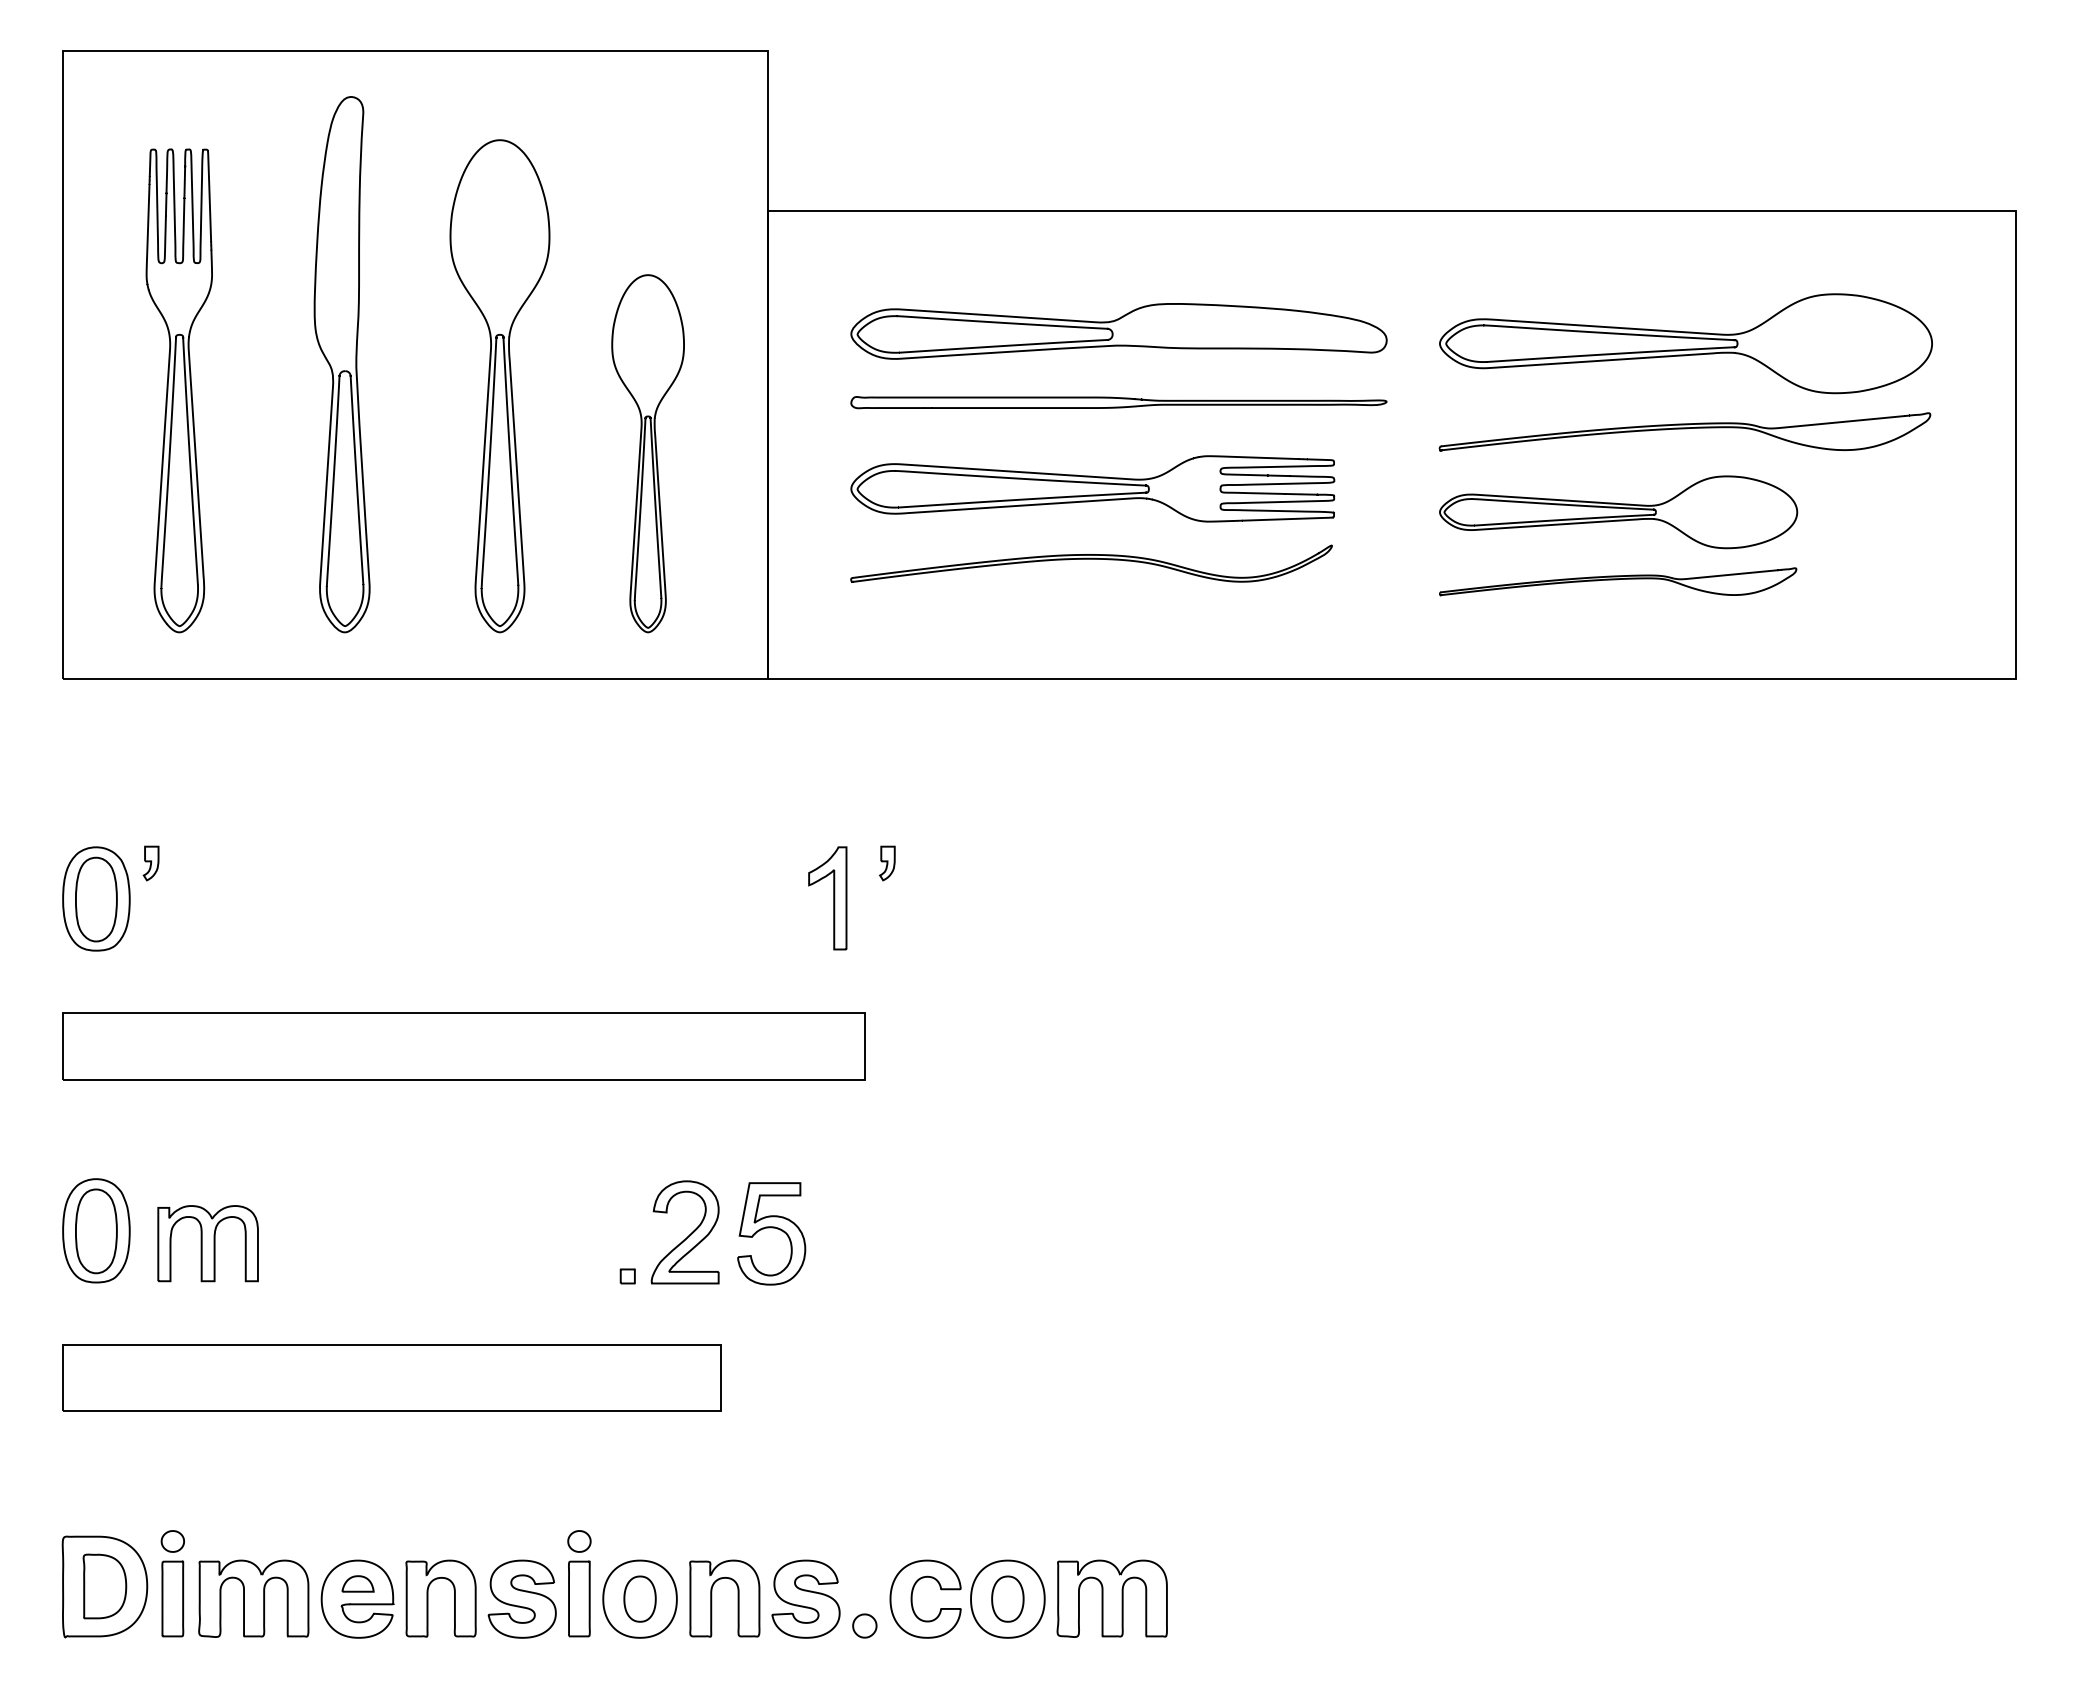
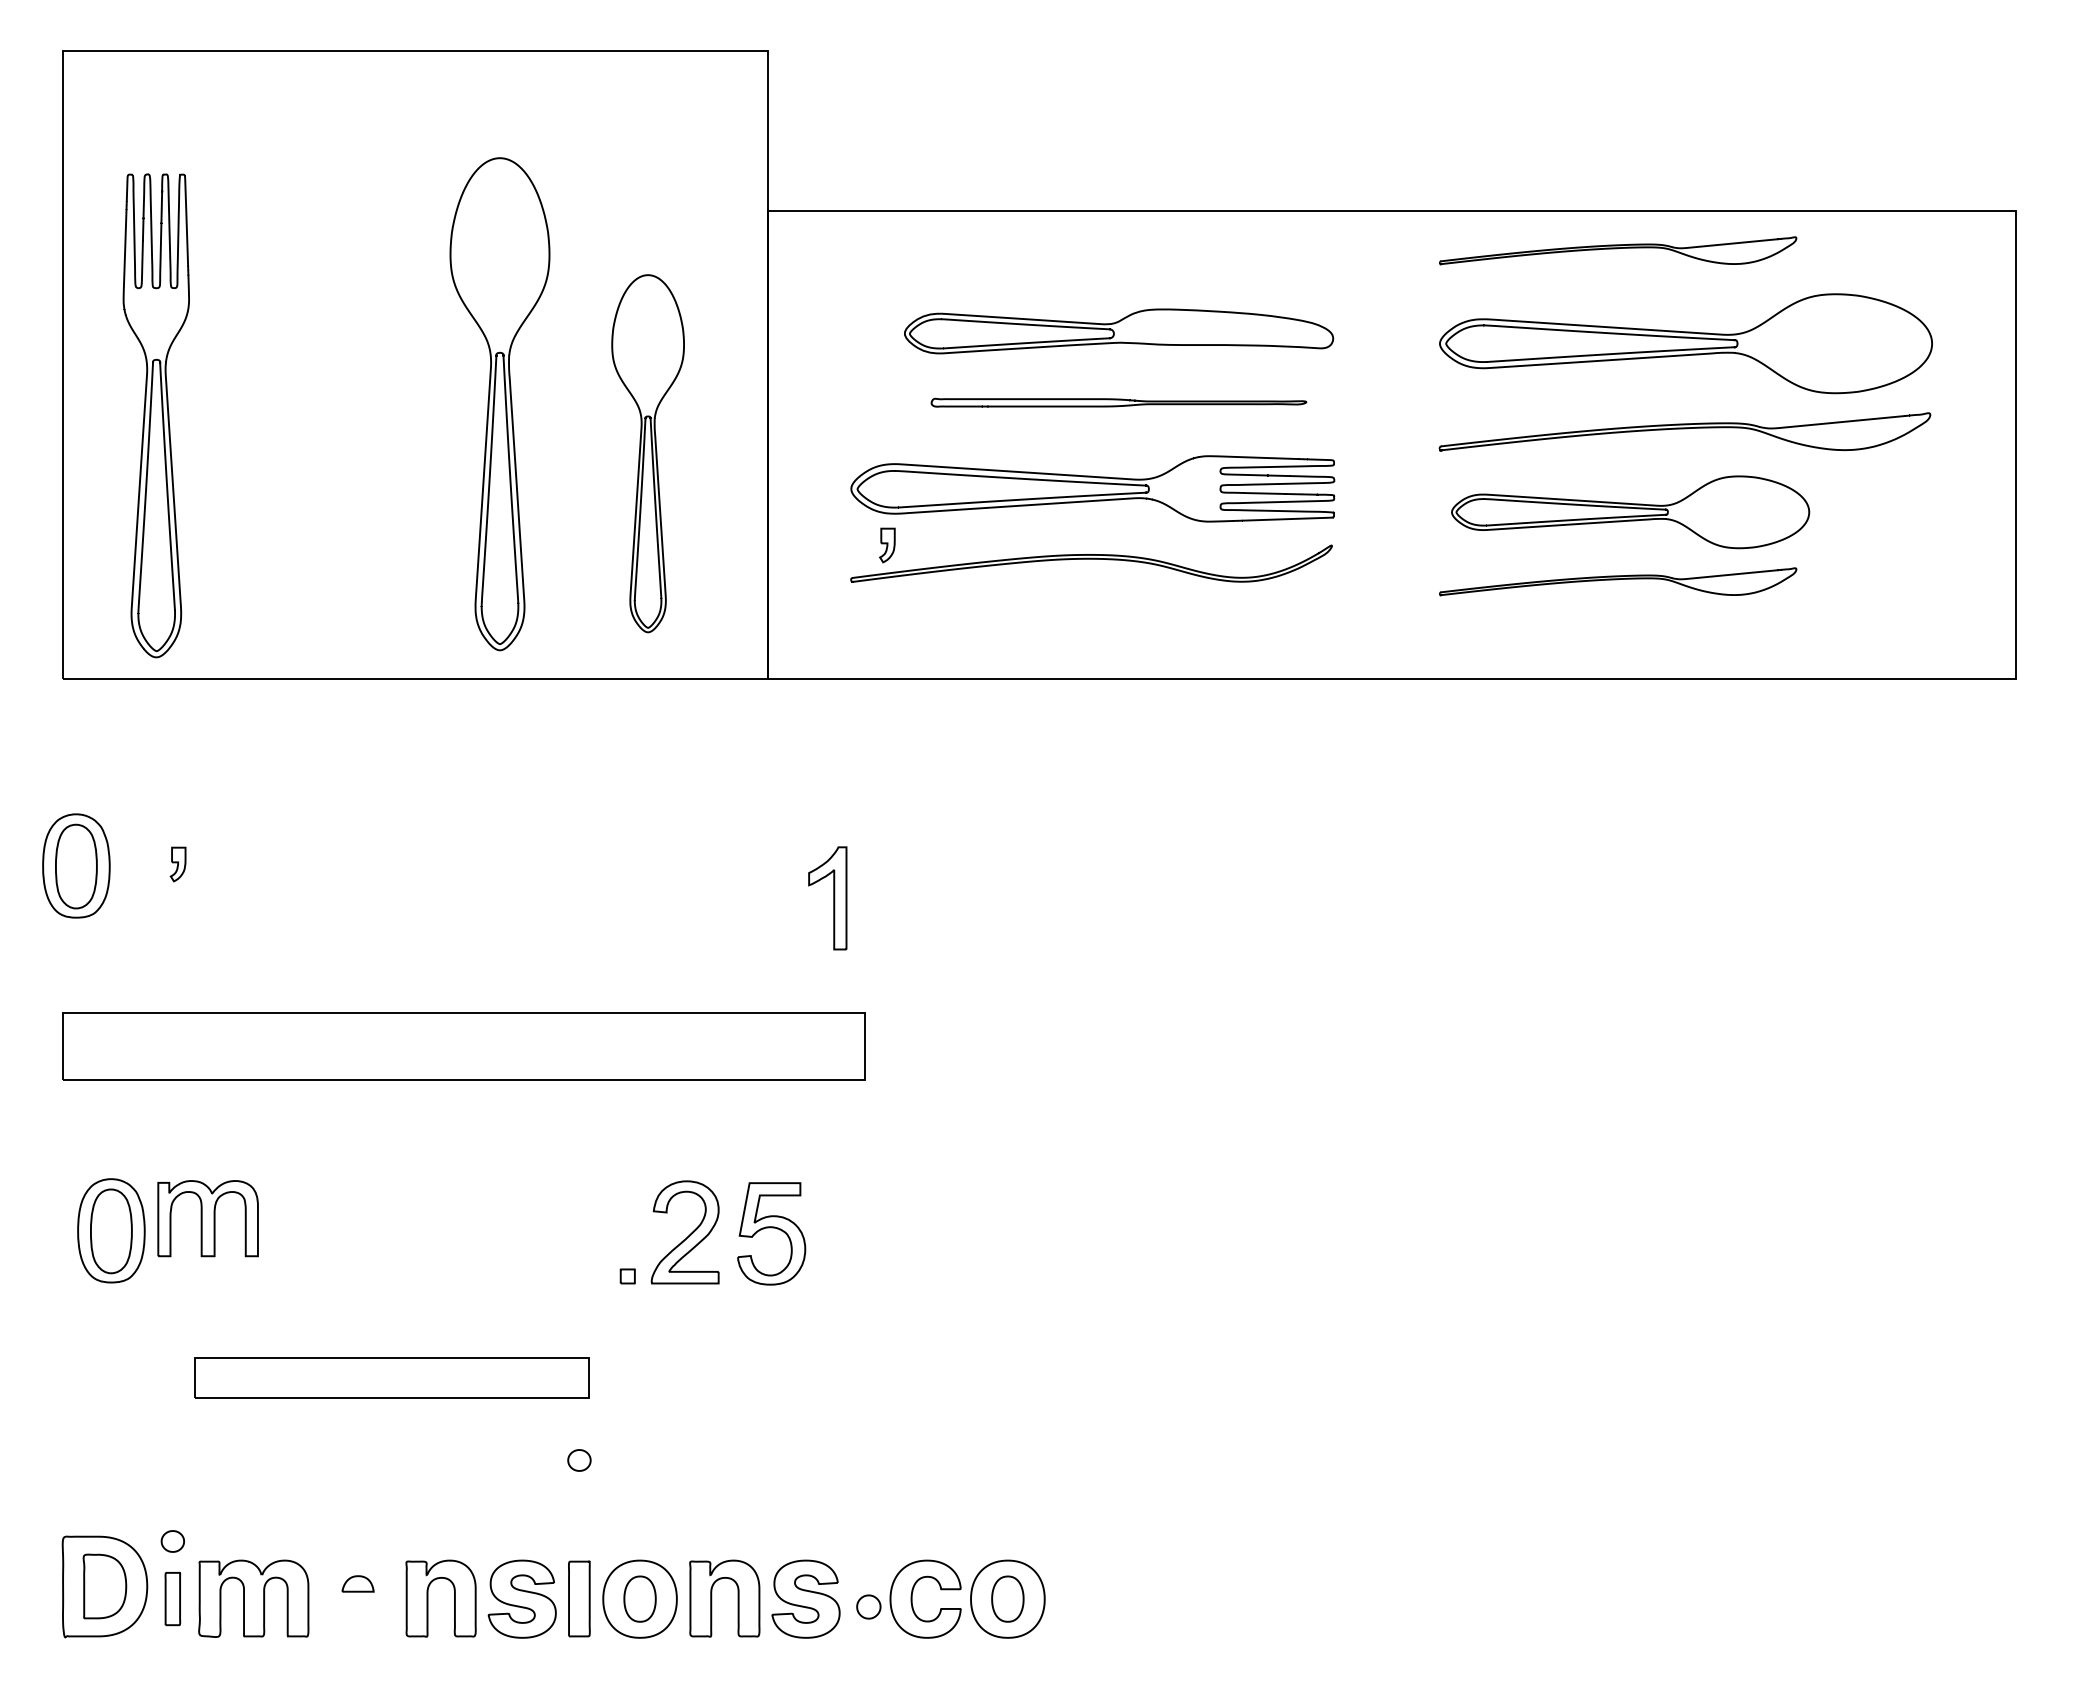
part at (1618, 250): none -> present
part at (1118, 331) size: 538x57 px -> 431x47 px
part at (341, 364): present -> none
part at (499, 386) position: (499, 386) -> (499, 404)
part at (178, 390) position: (178, 390) -> (155, 415)
part at (1118, 402) size: 538x14 px -> 378x11 px
part at (1618, 512) position: (1618, 512) -> (1630, 512)
part at (150, 863) position: (150, 863) -> (177, 864)
part at (887, 863) position: (887, 863) -> (887, 545)
part at (96, 898) position: (96, 898) -> (76, 865)
part at (96, 1230) position: (96, 1230) -> (111, 1230)
part at (207, 1243) position: (207, 1243) -> (207, 1218)
part at (391, 1377) size: 660x68 px -> 396x42 px
part at (579, 1541) position: (579, 1541) -> (579, 1460)
part at (172, 1598) size: 24x78 px -> 18x56 px
part at (357, 1598): present -> none
part at (1111, 1598): present -> none
part at (864, 1625) position: (864, 1625) -> (868, 1606)
